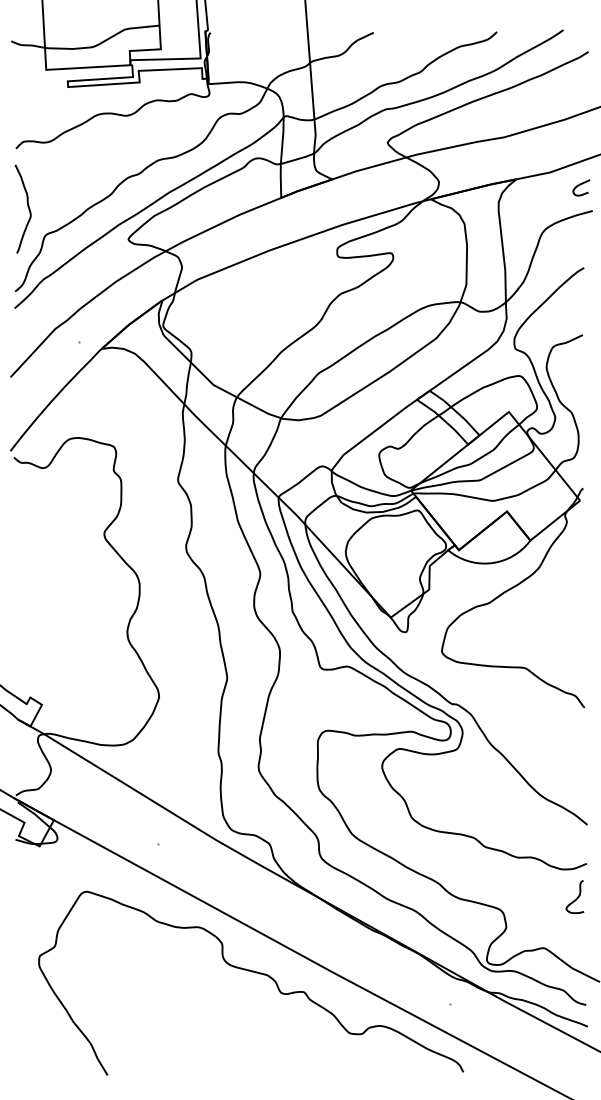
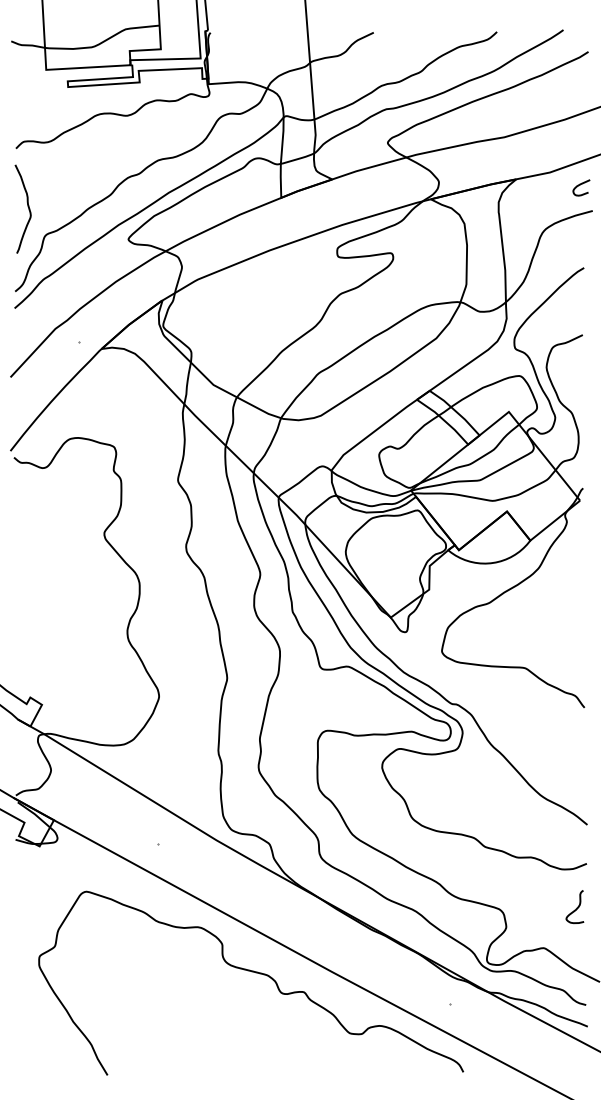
curve at (575, 898) position: (575, 898) -> (575, 908)
